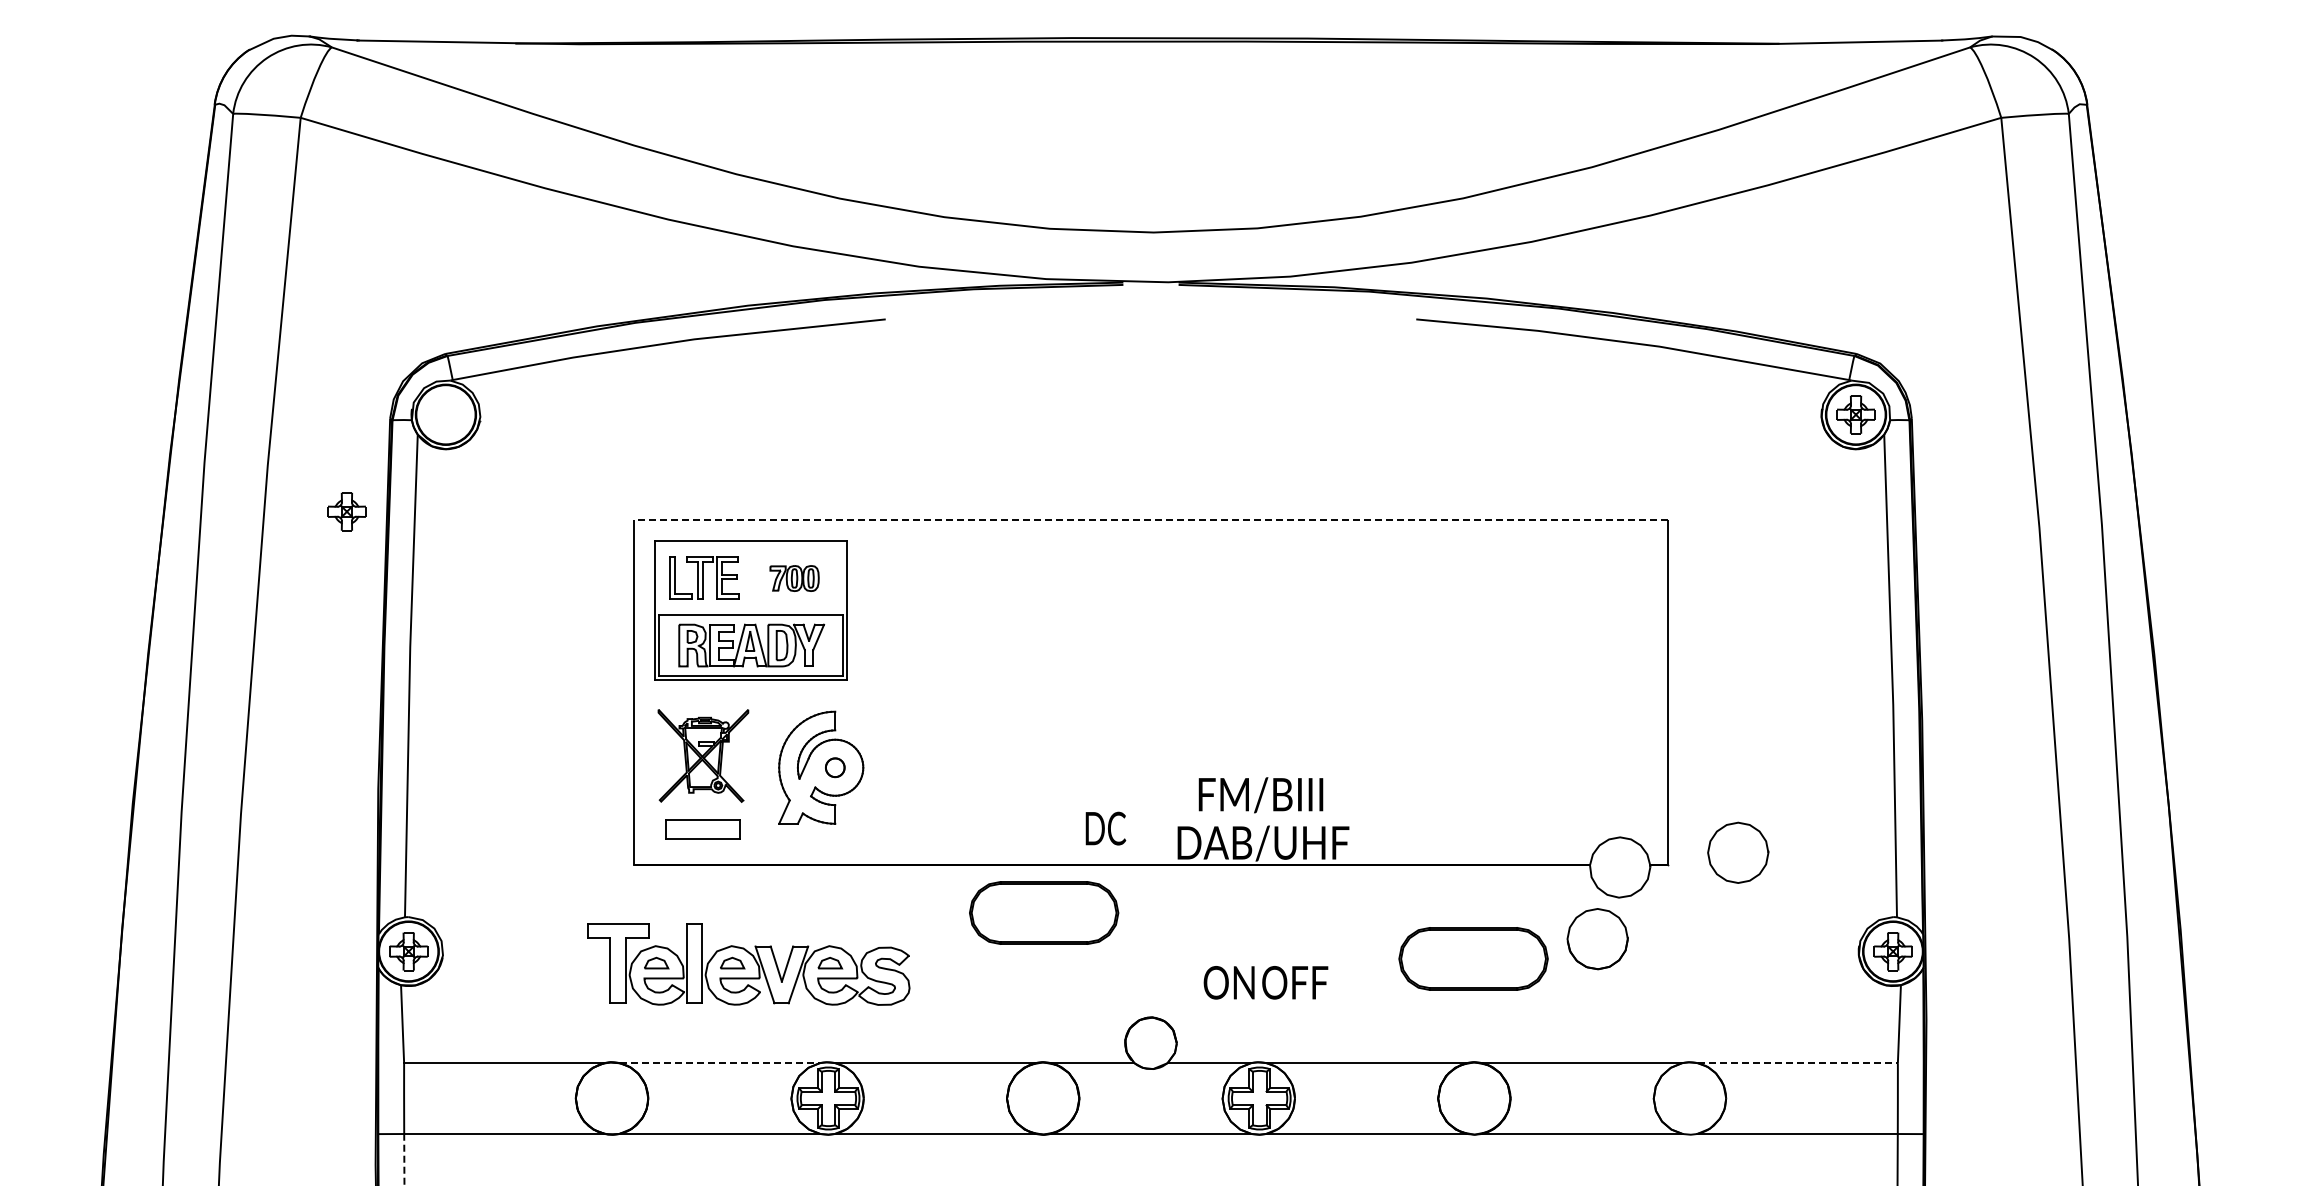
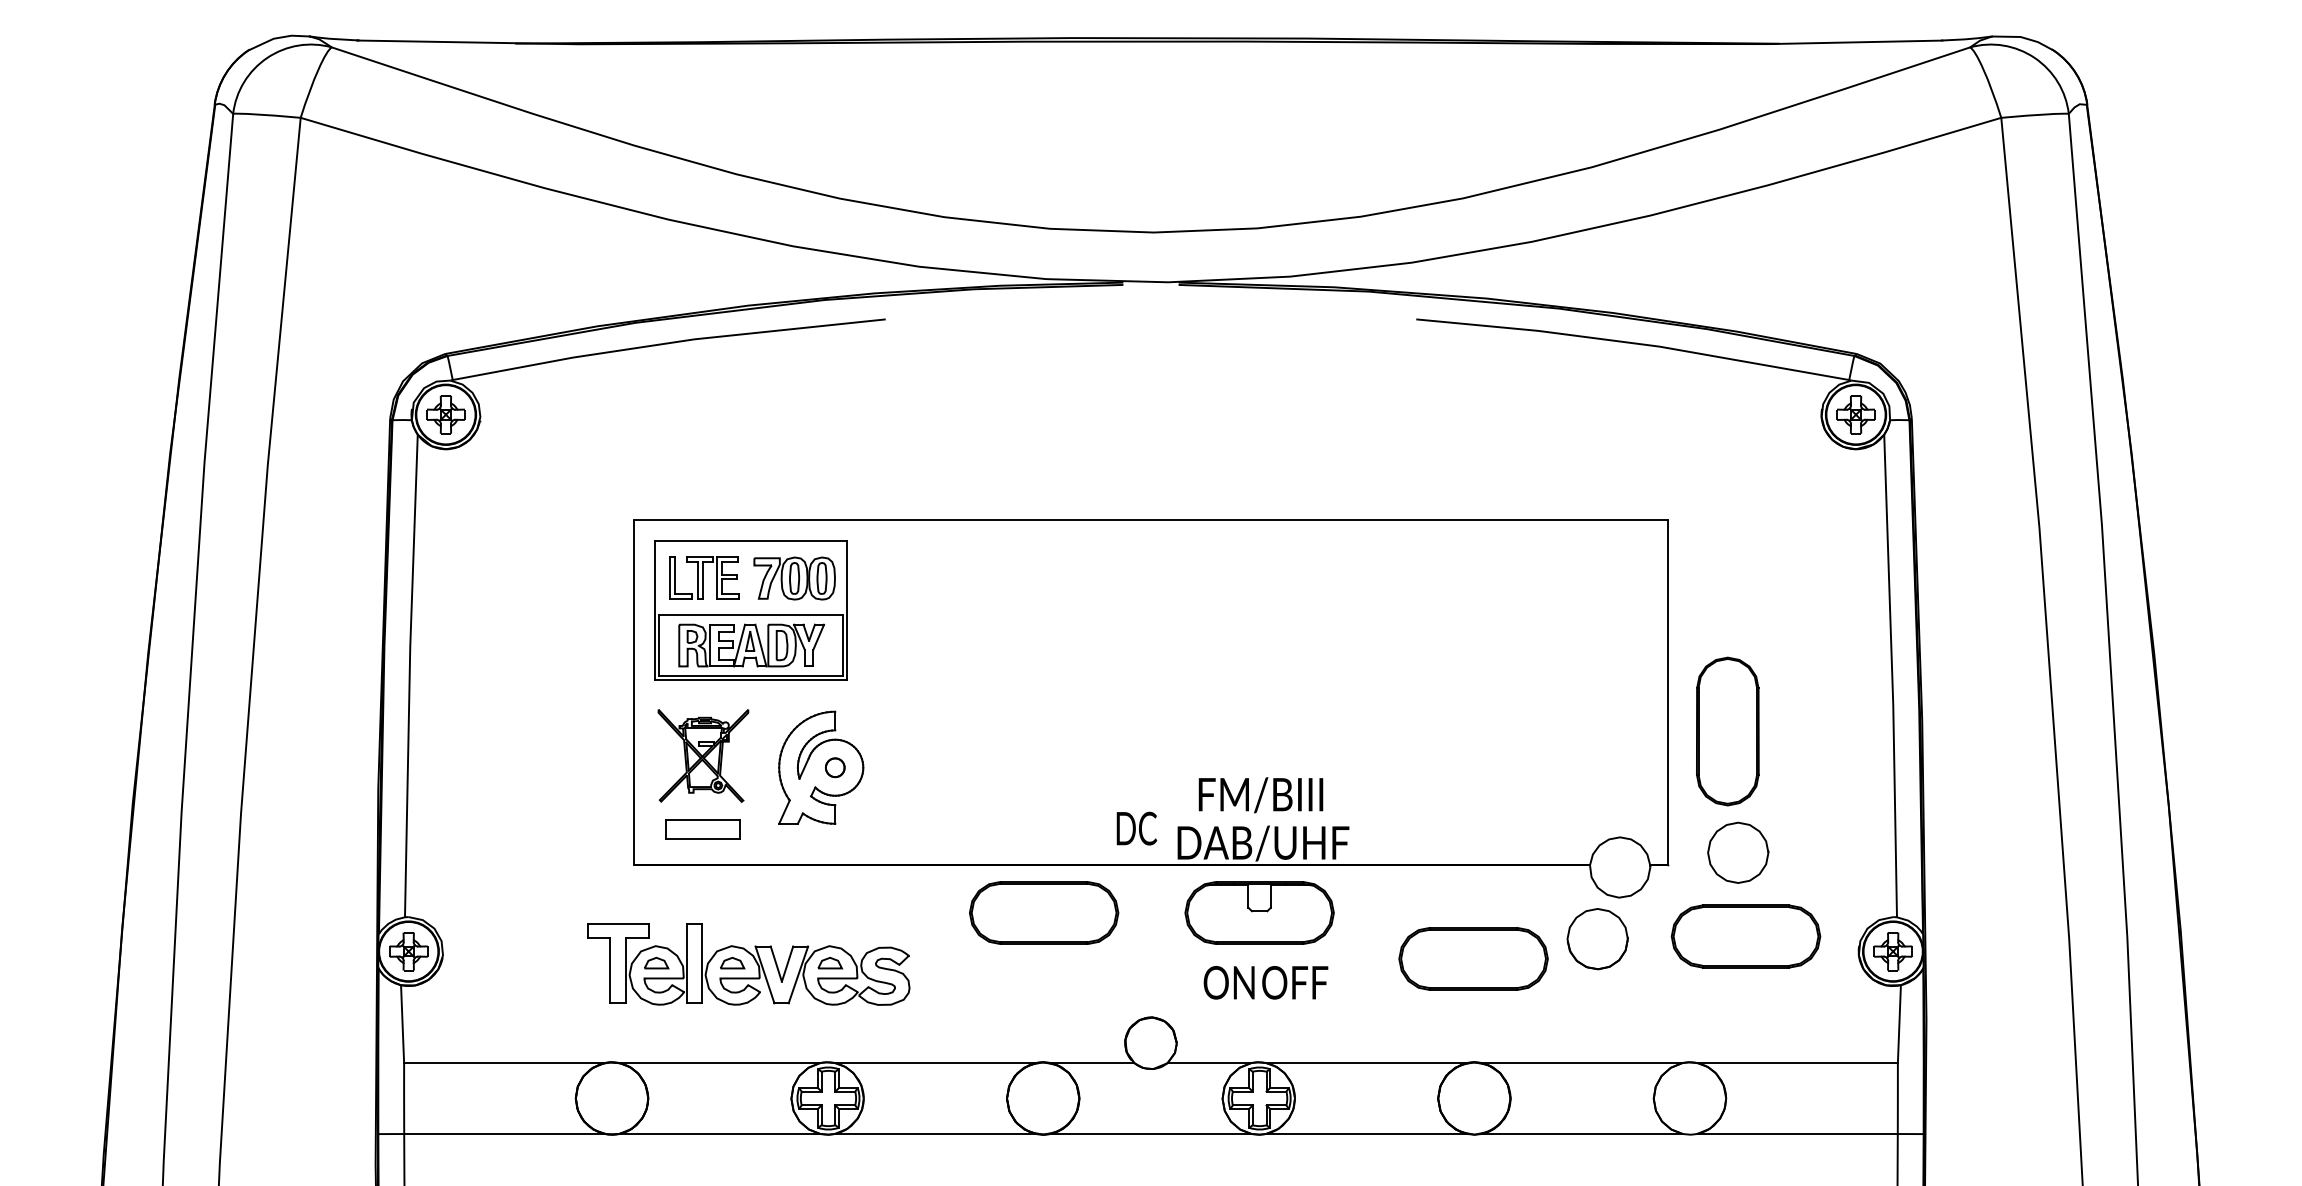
part at (346, 511) position: (346, 511) -> (445, 414)
line at (1150, 520): dashed -> solid
part at (794, 578) size: 51x27 px -> 83x45 px
part at (1727, 731): none -> present
text at (1105, 828) position: (1105, 828) -> (1136, 828)
part at (1259, 912): none -> present
part at (1745, 936): none -> present
line at (719, 1063): dashed -> solid
line at (1798, 1063): dashed -> solid
line at (404, 1159): dashed -> solid
